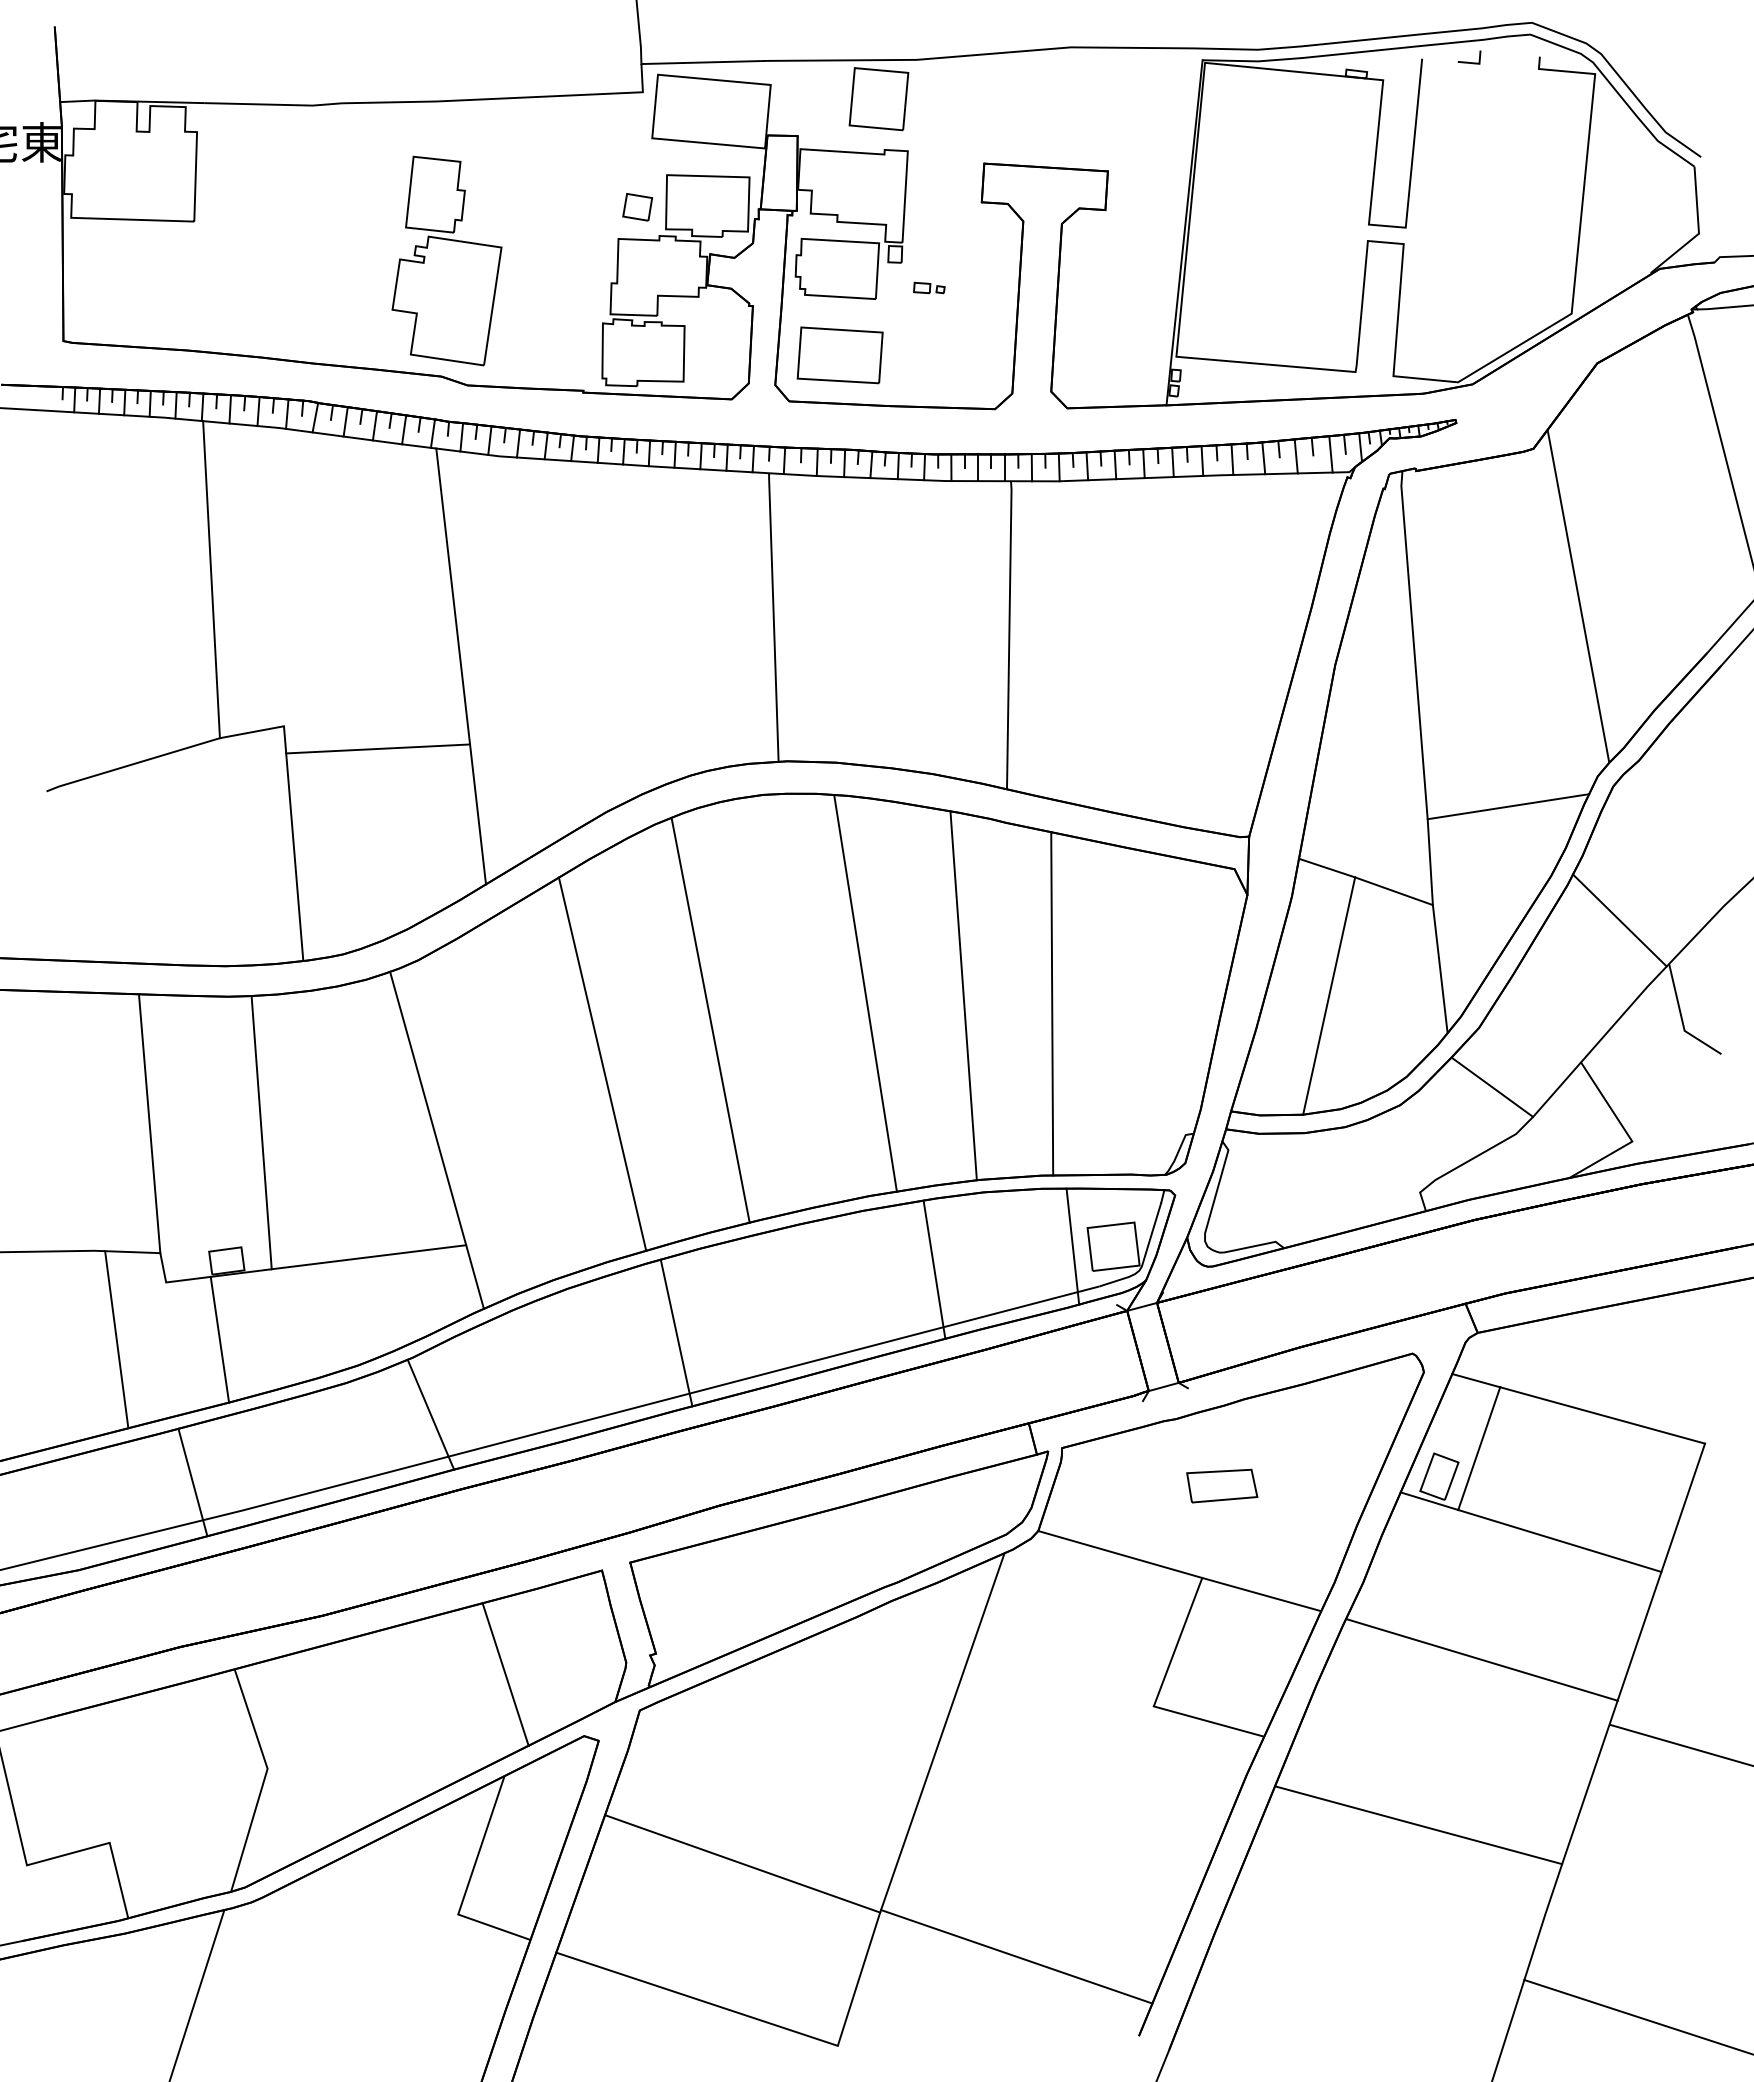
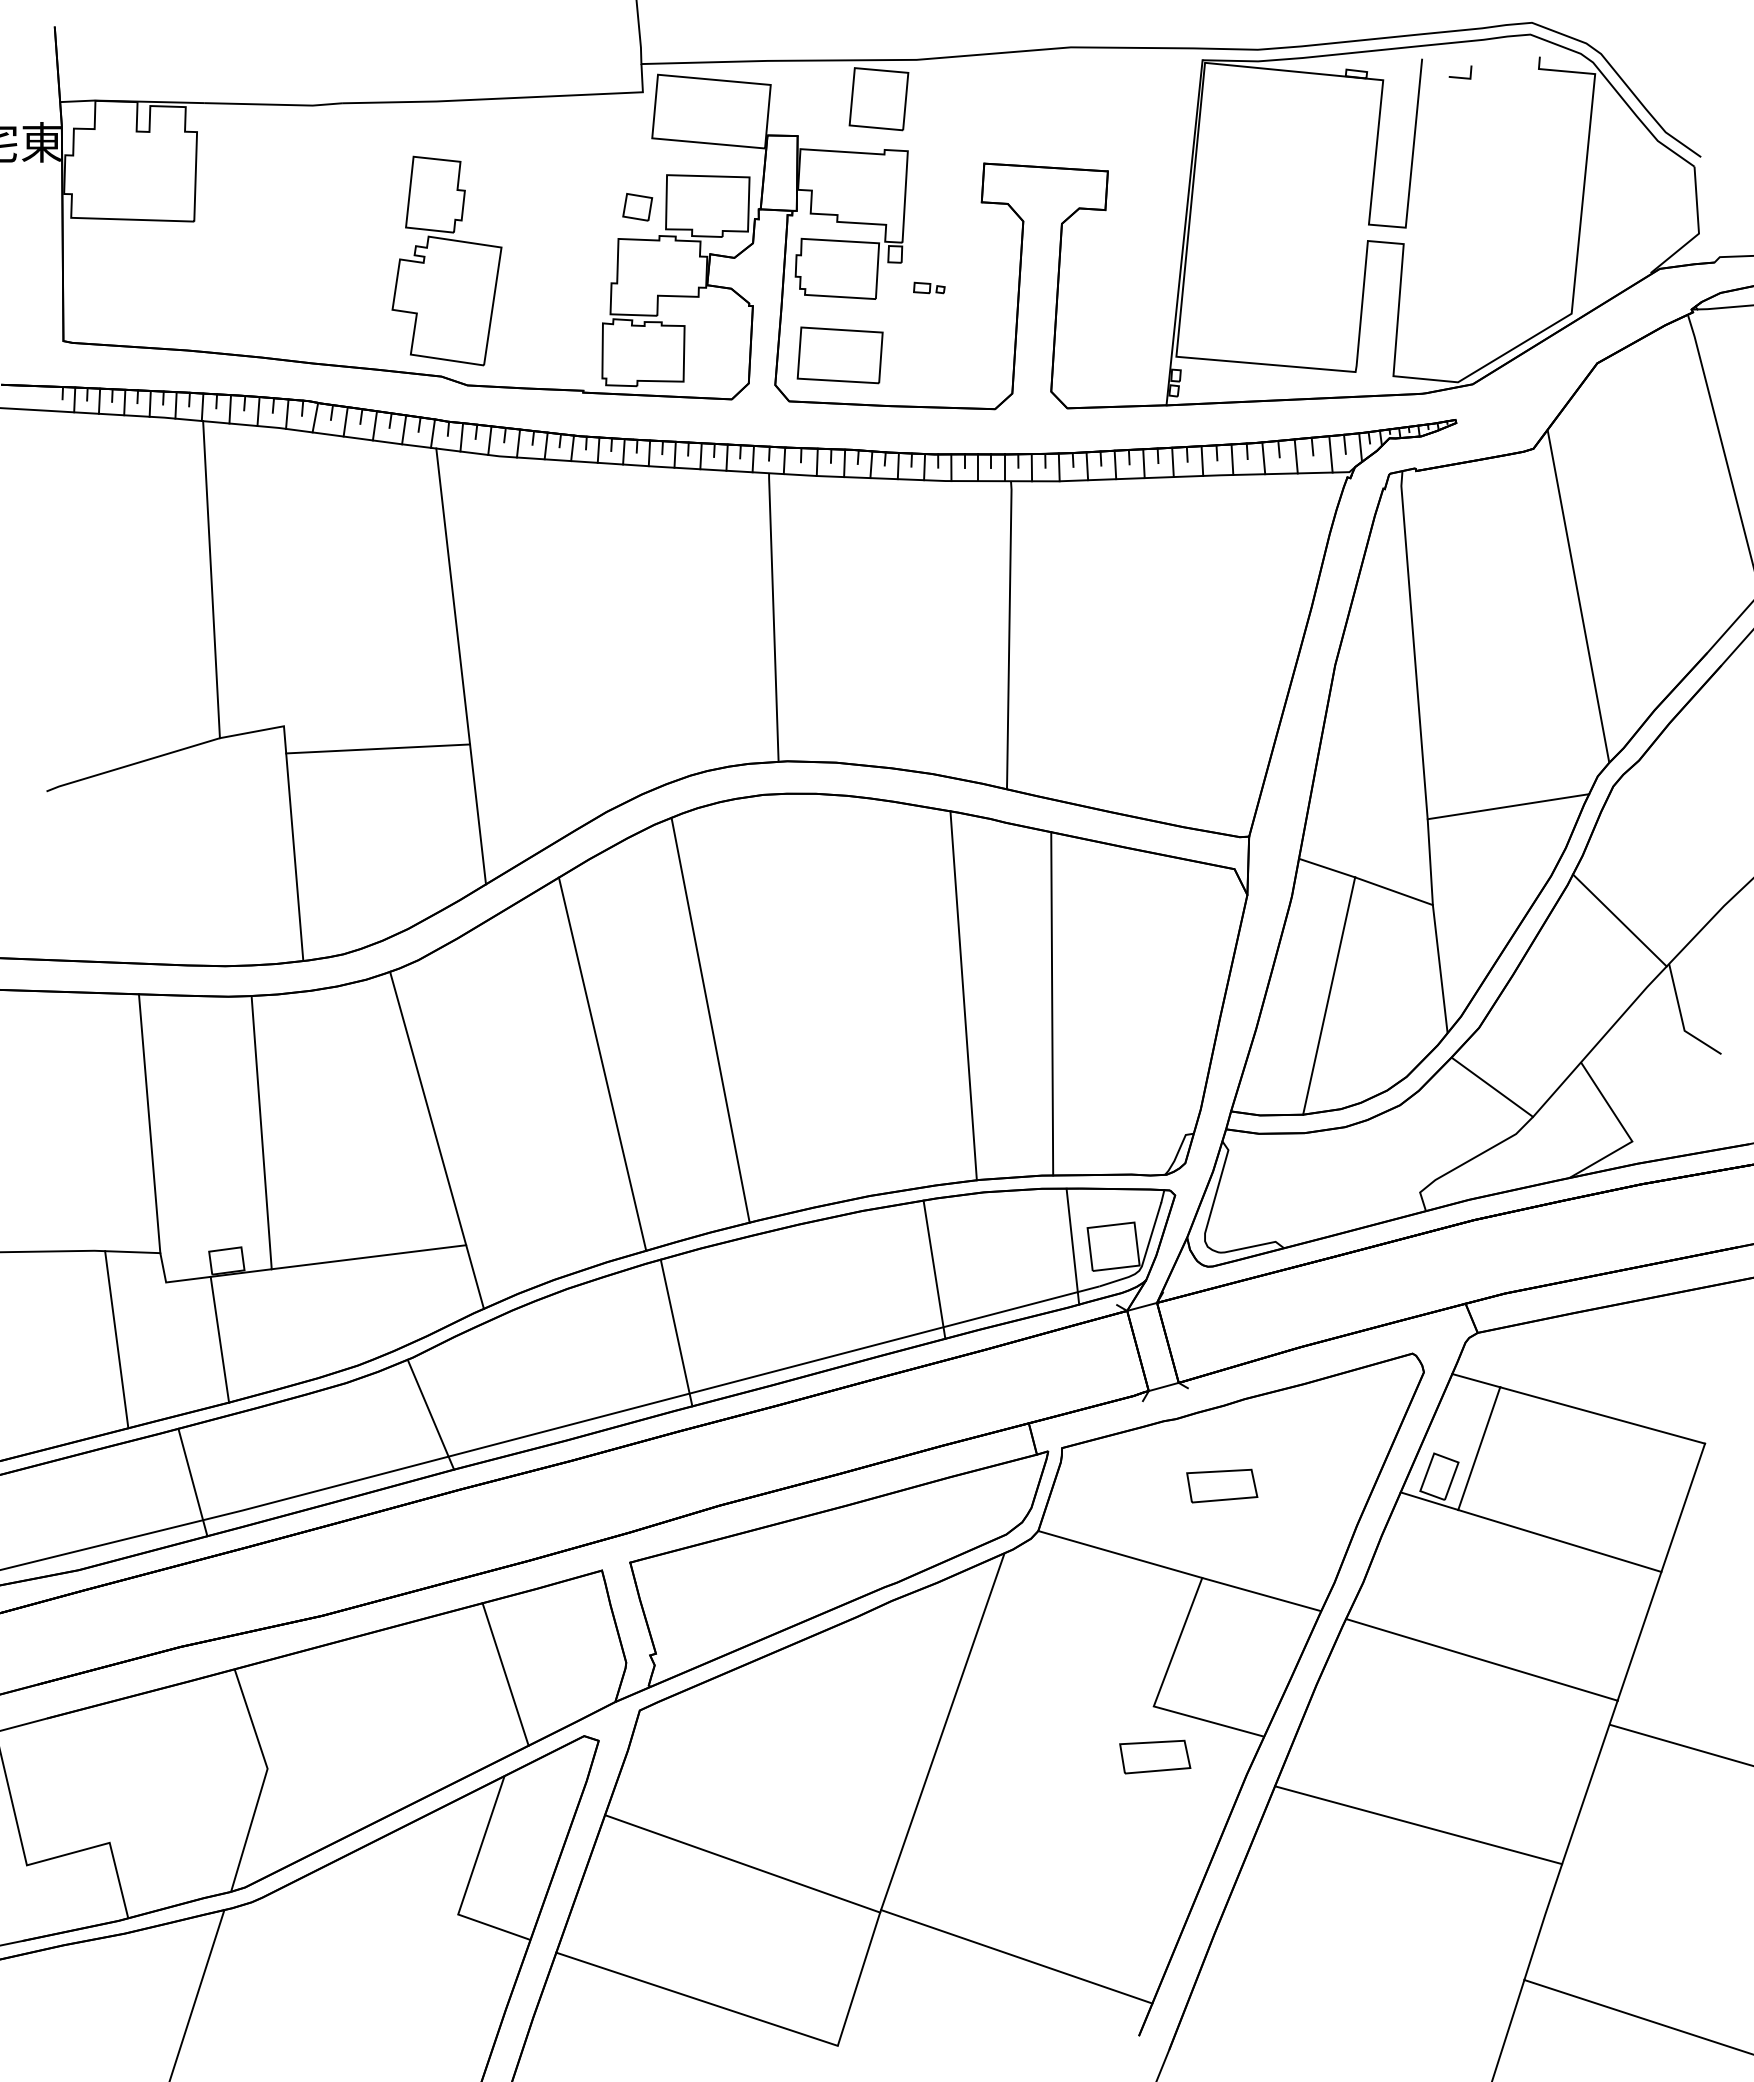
line at (1468, 61) position: (1468, 61) -> (1459, 76)
line at (865, 993): present -> none
part at (1155, 1756): none -> present
